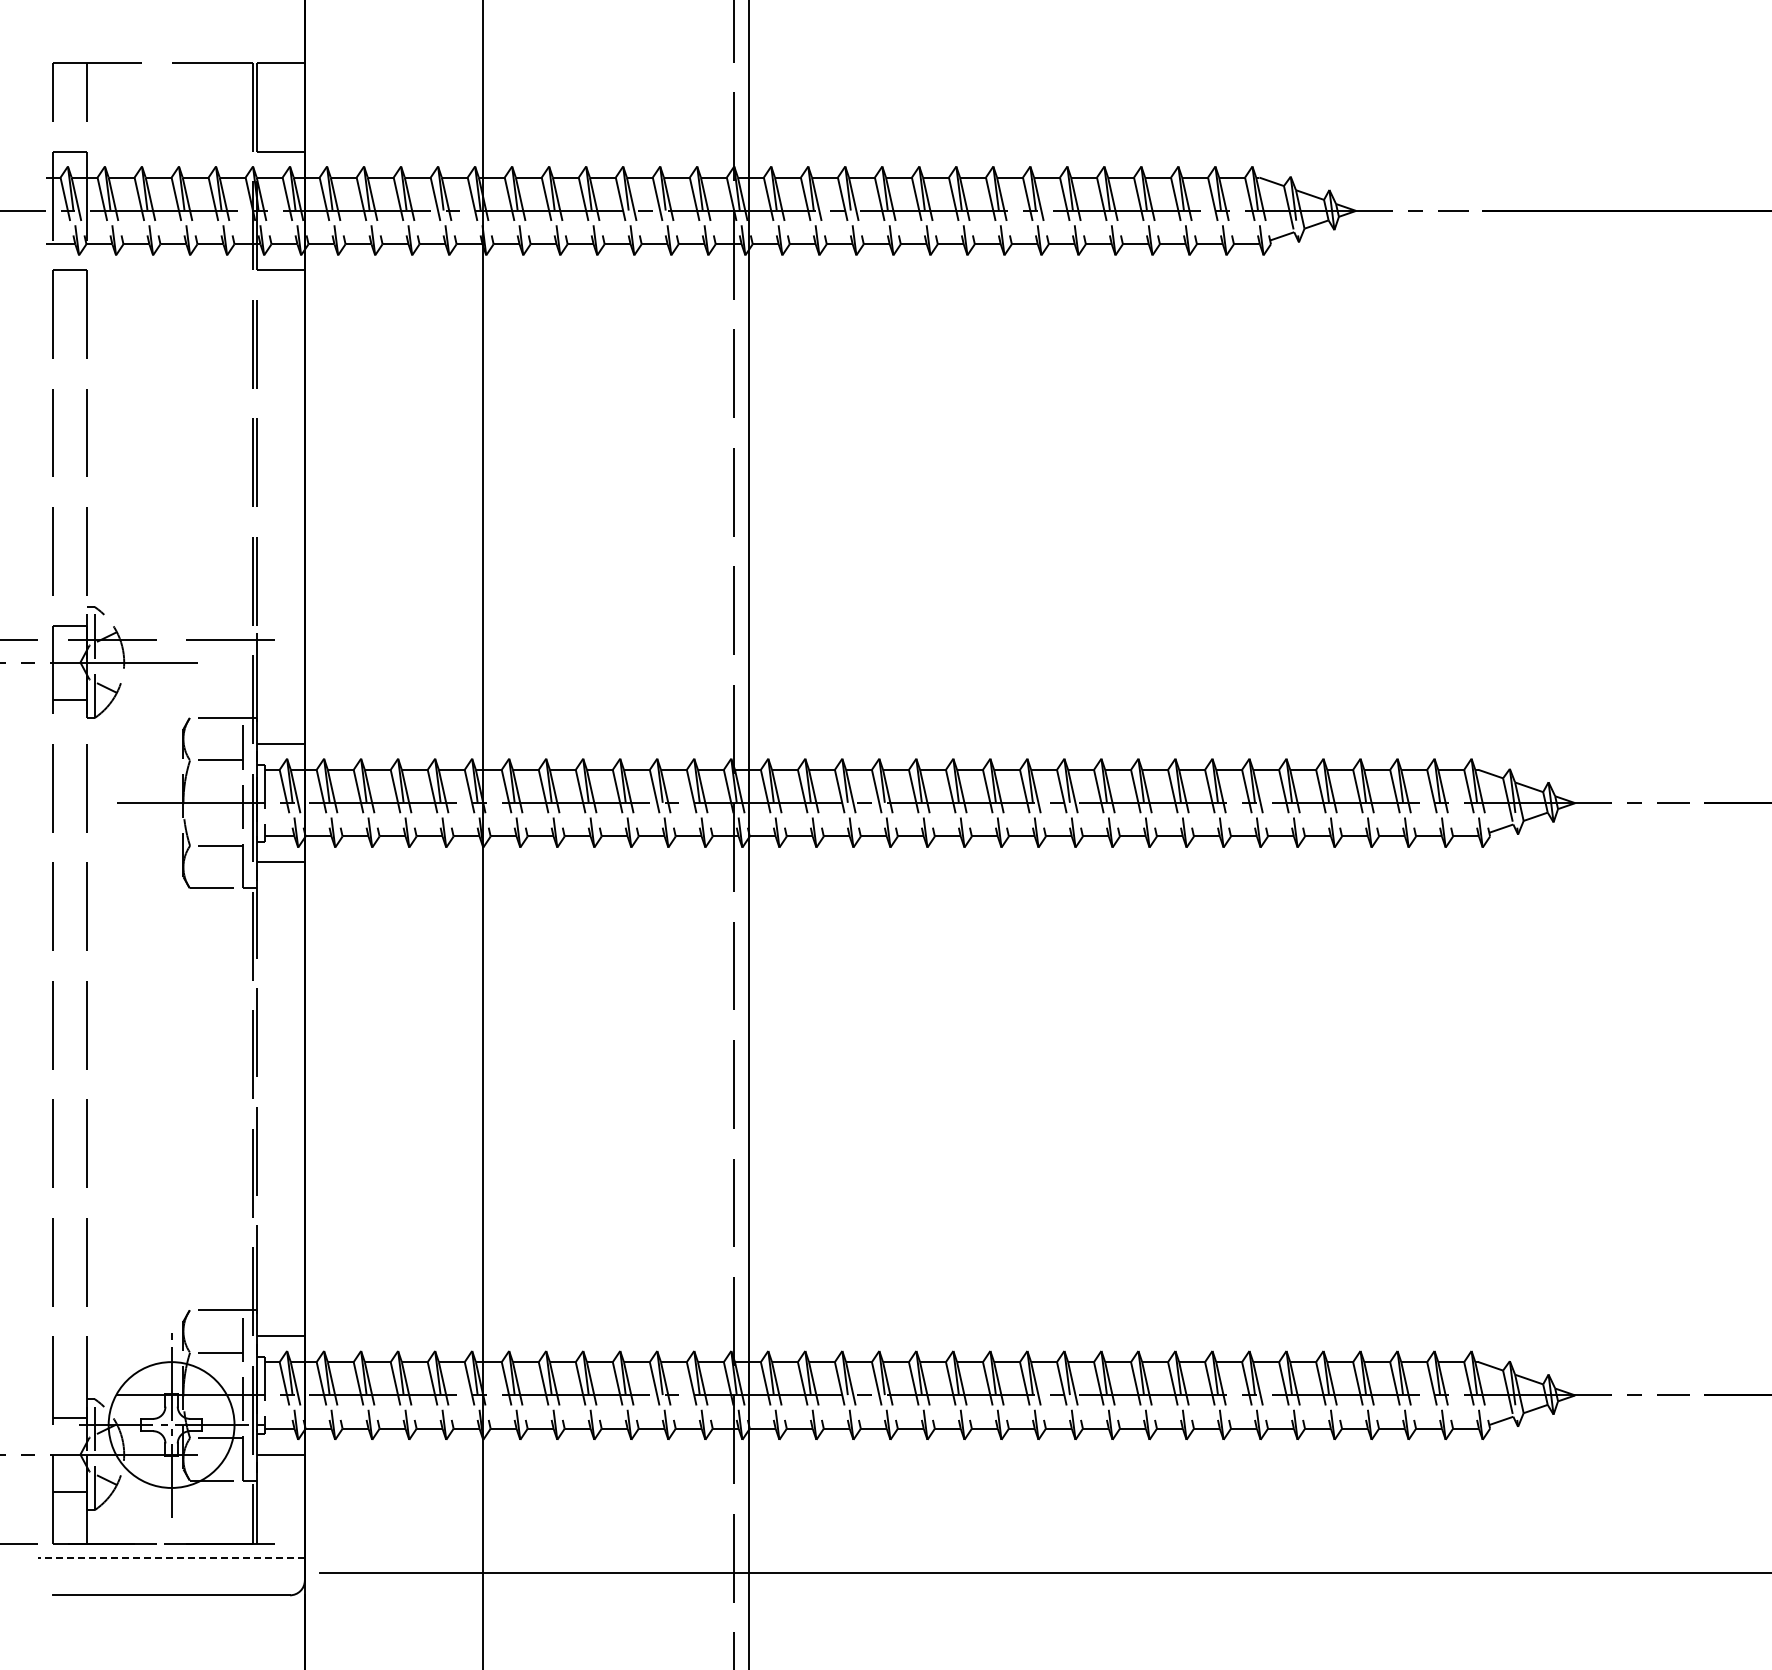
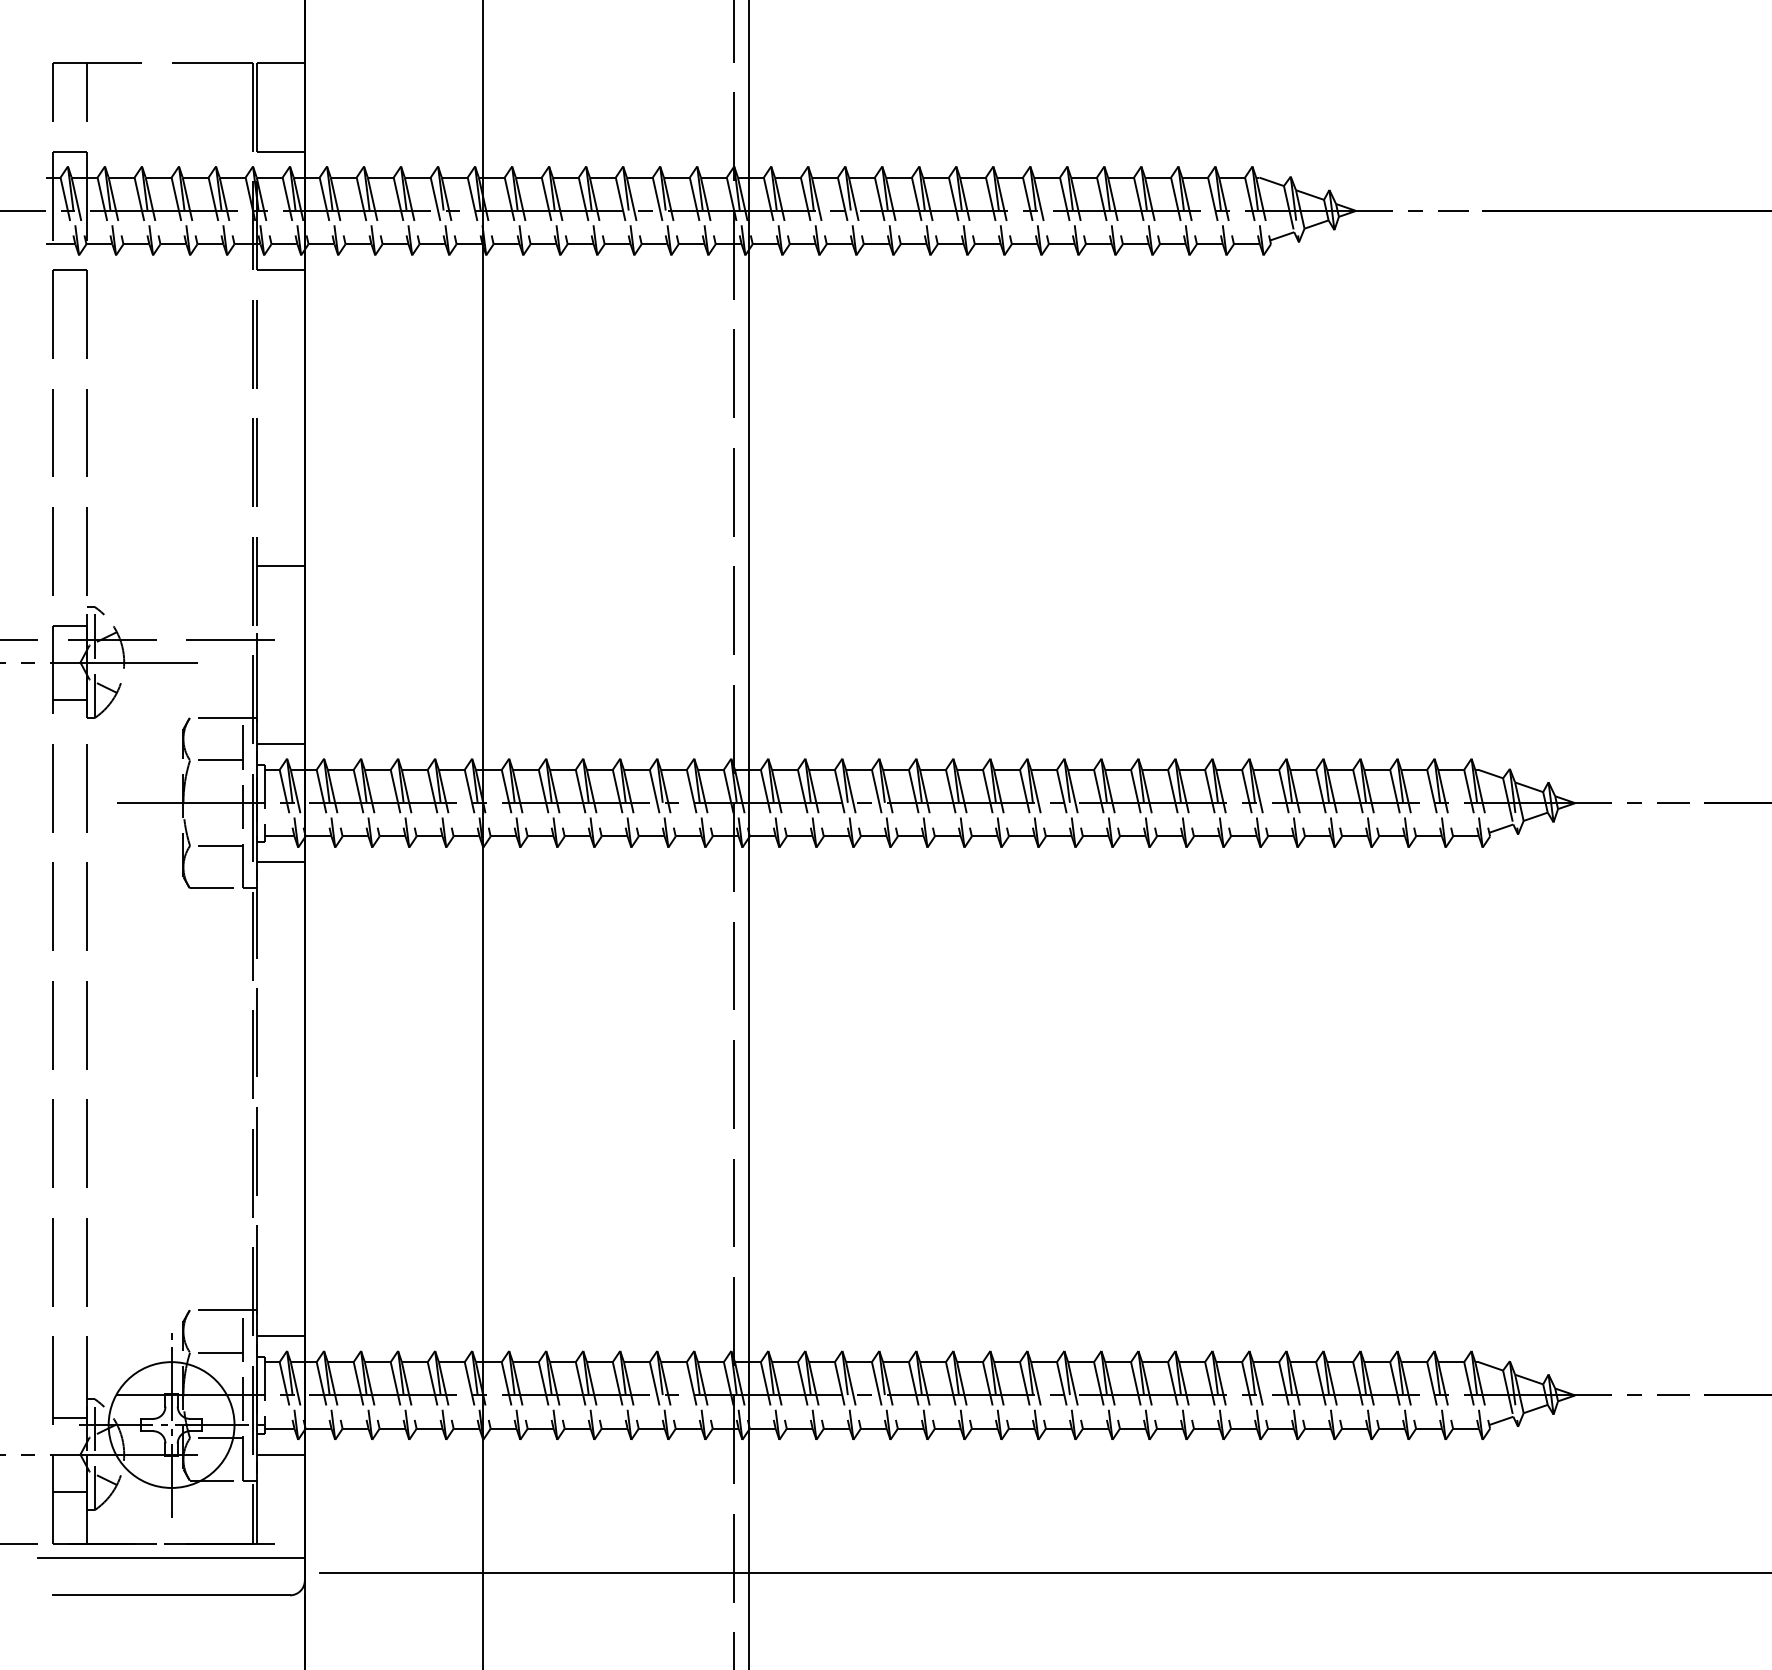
line at (280, 566): none -> present
line at (171, 1558): dashed -> solid
